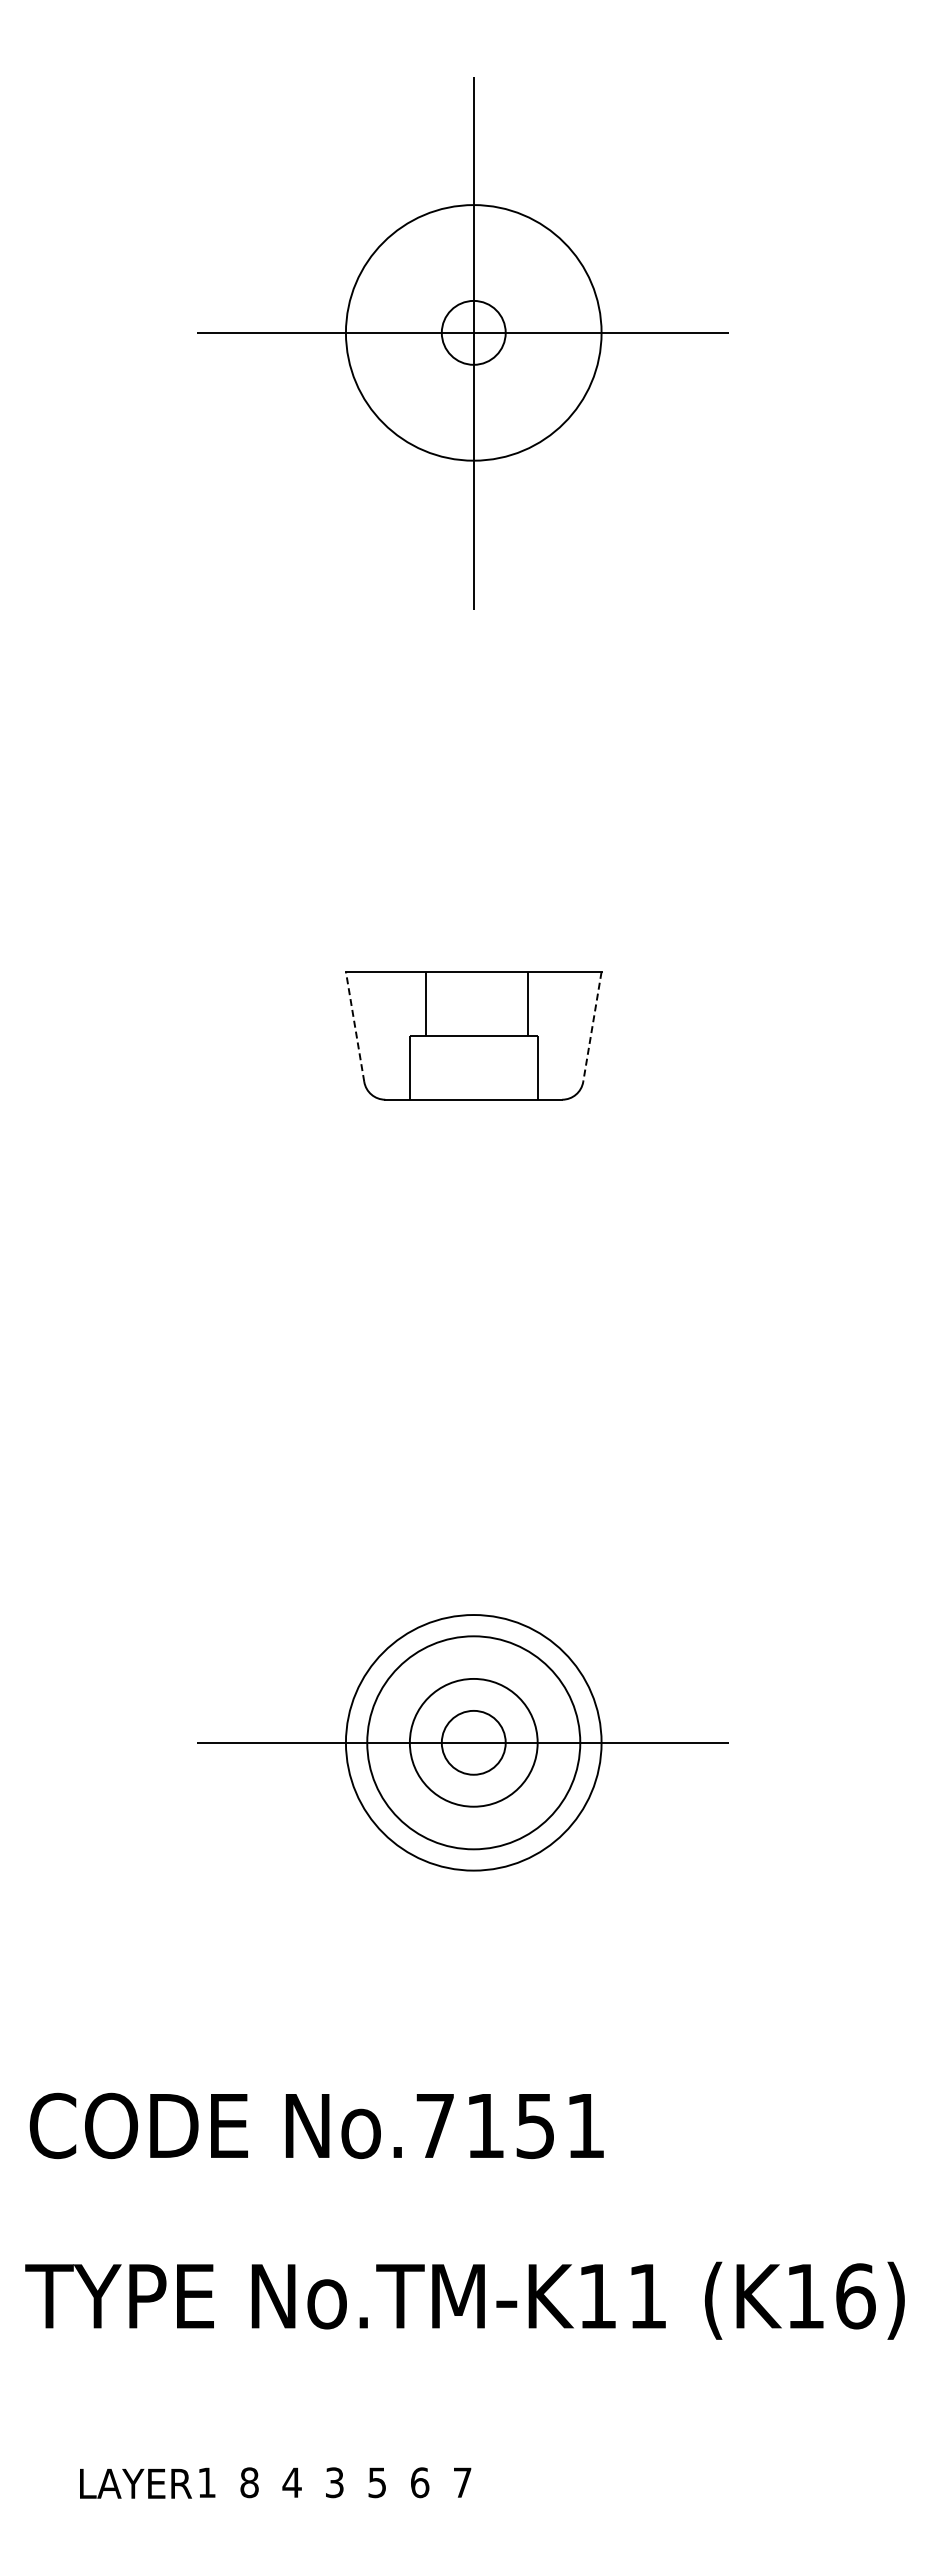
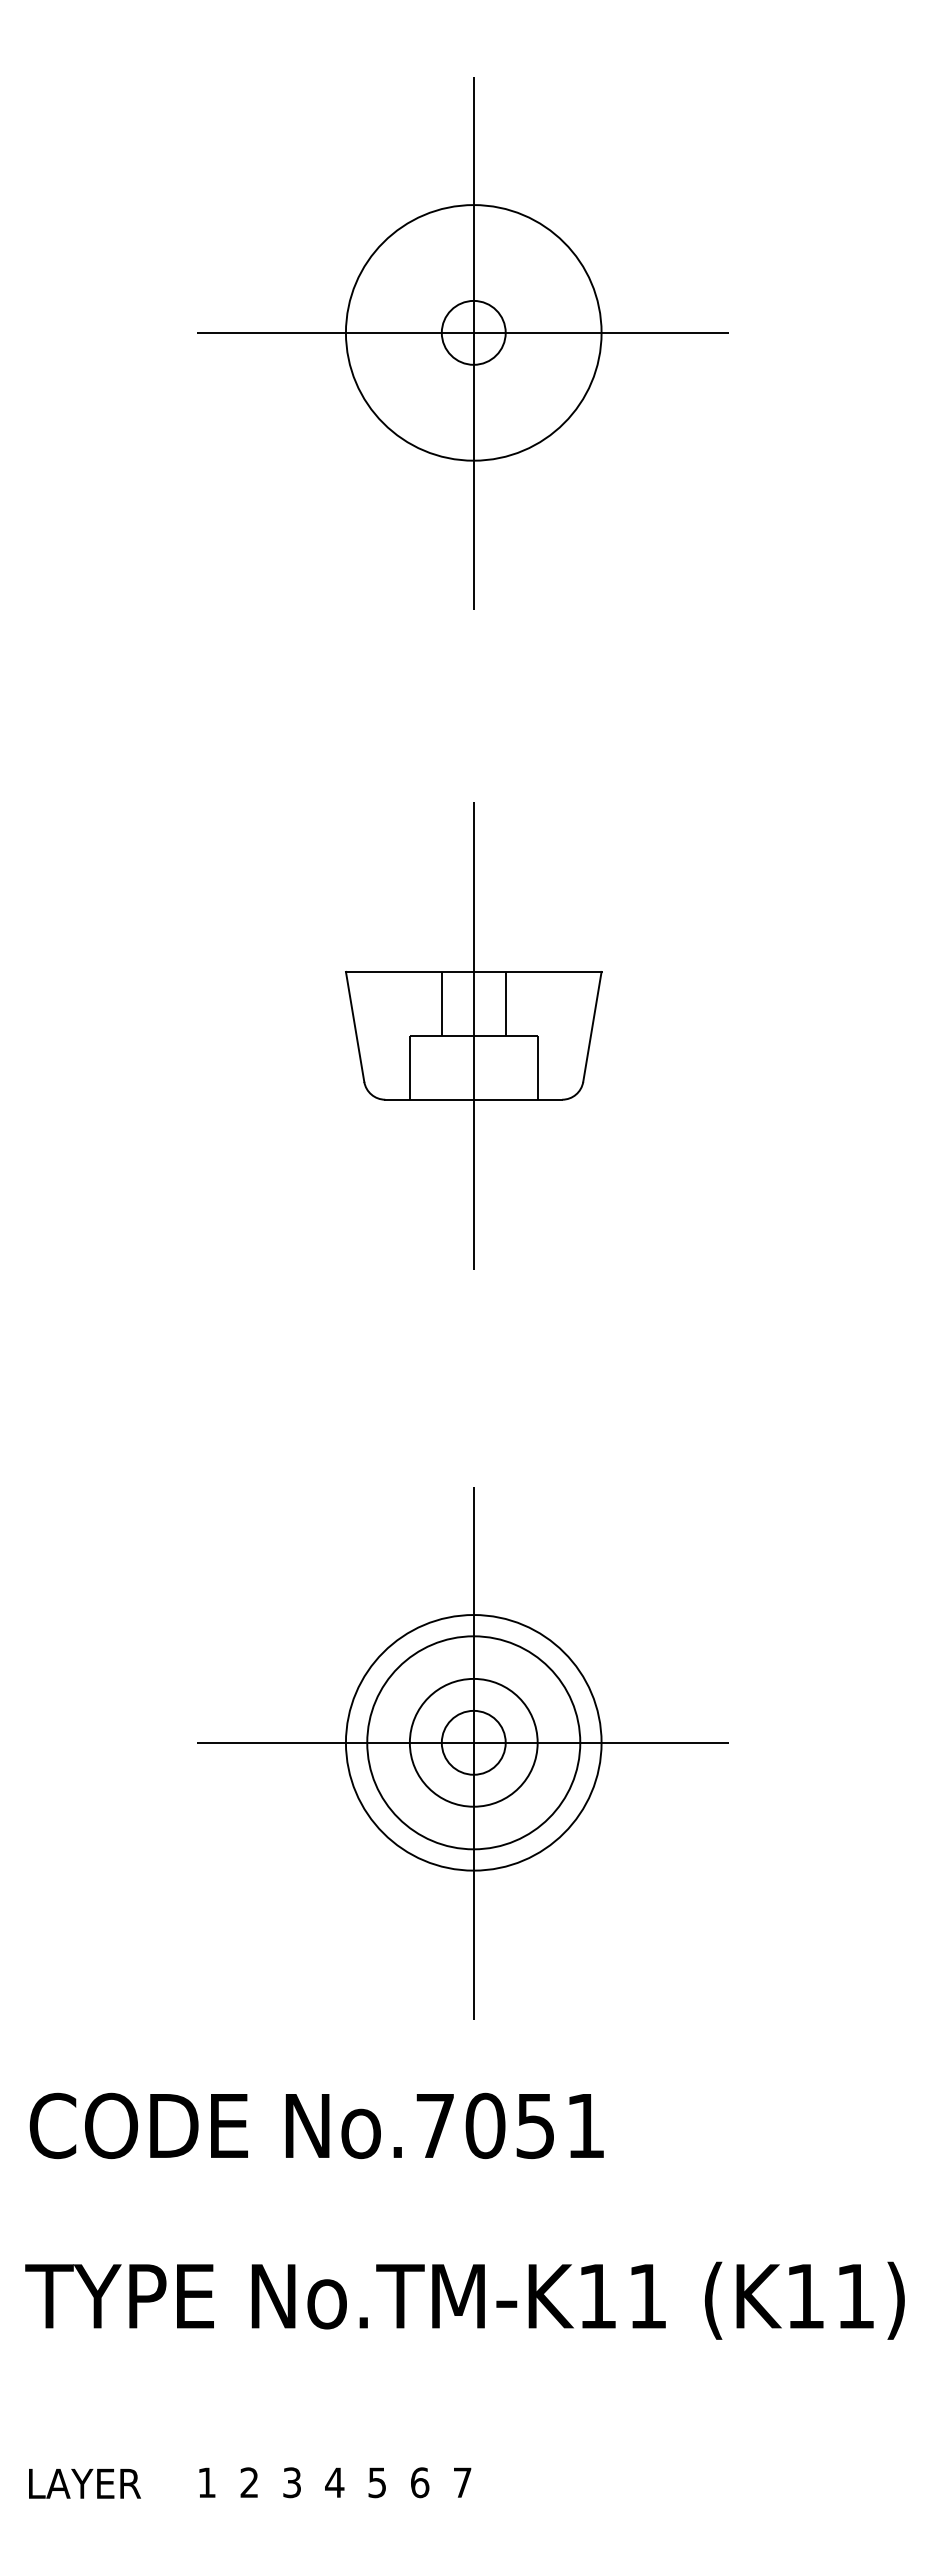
line at (425, 1003) position: (425, 1003) -> (441, 1003)
line at (527, 1003) position: (527, 1003) -> (505, 1003)
line at (355, 1026): dashed -> solid
line at (592, 1026): dashed -> solid
line at (473, 1035): none -> present
line at (473, 1742): none -> present
text at (485, 2125): No.7151 -> No.7051
text at (855, 2296): (K16) -> (K11)
text at (249, 2482): 8 -> 2
text at (291, 2482): 4 -> 3
text at (334, 2482): 3 -> 4
text at (135, 2483) position: (135, 2483) -> (84, 2483)
